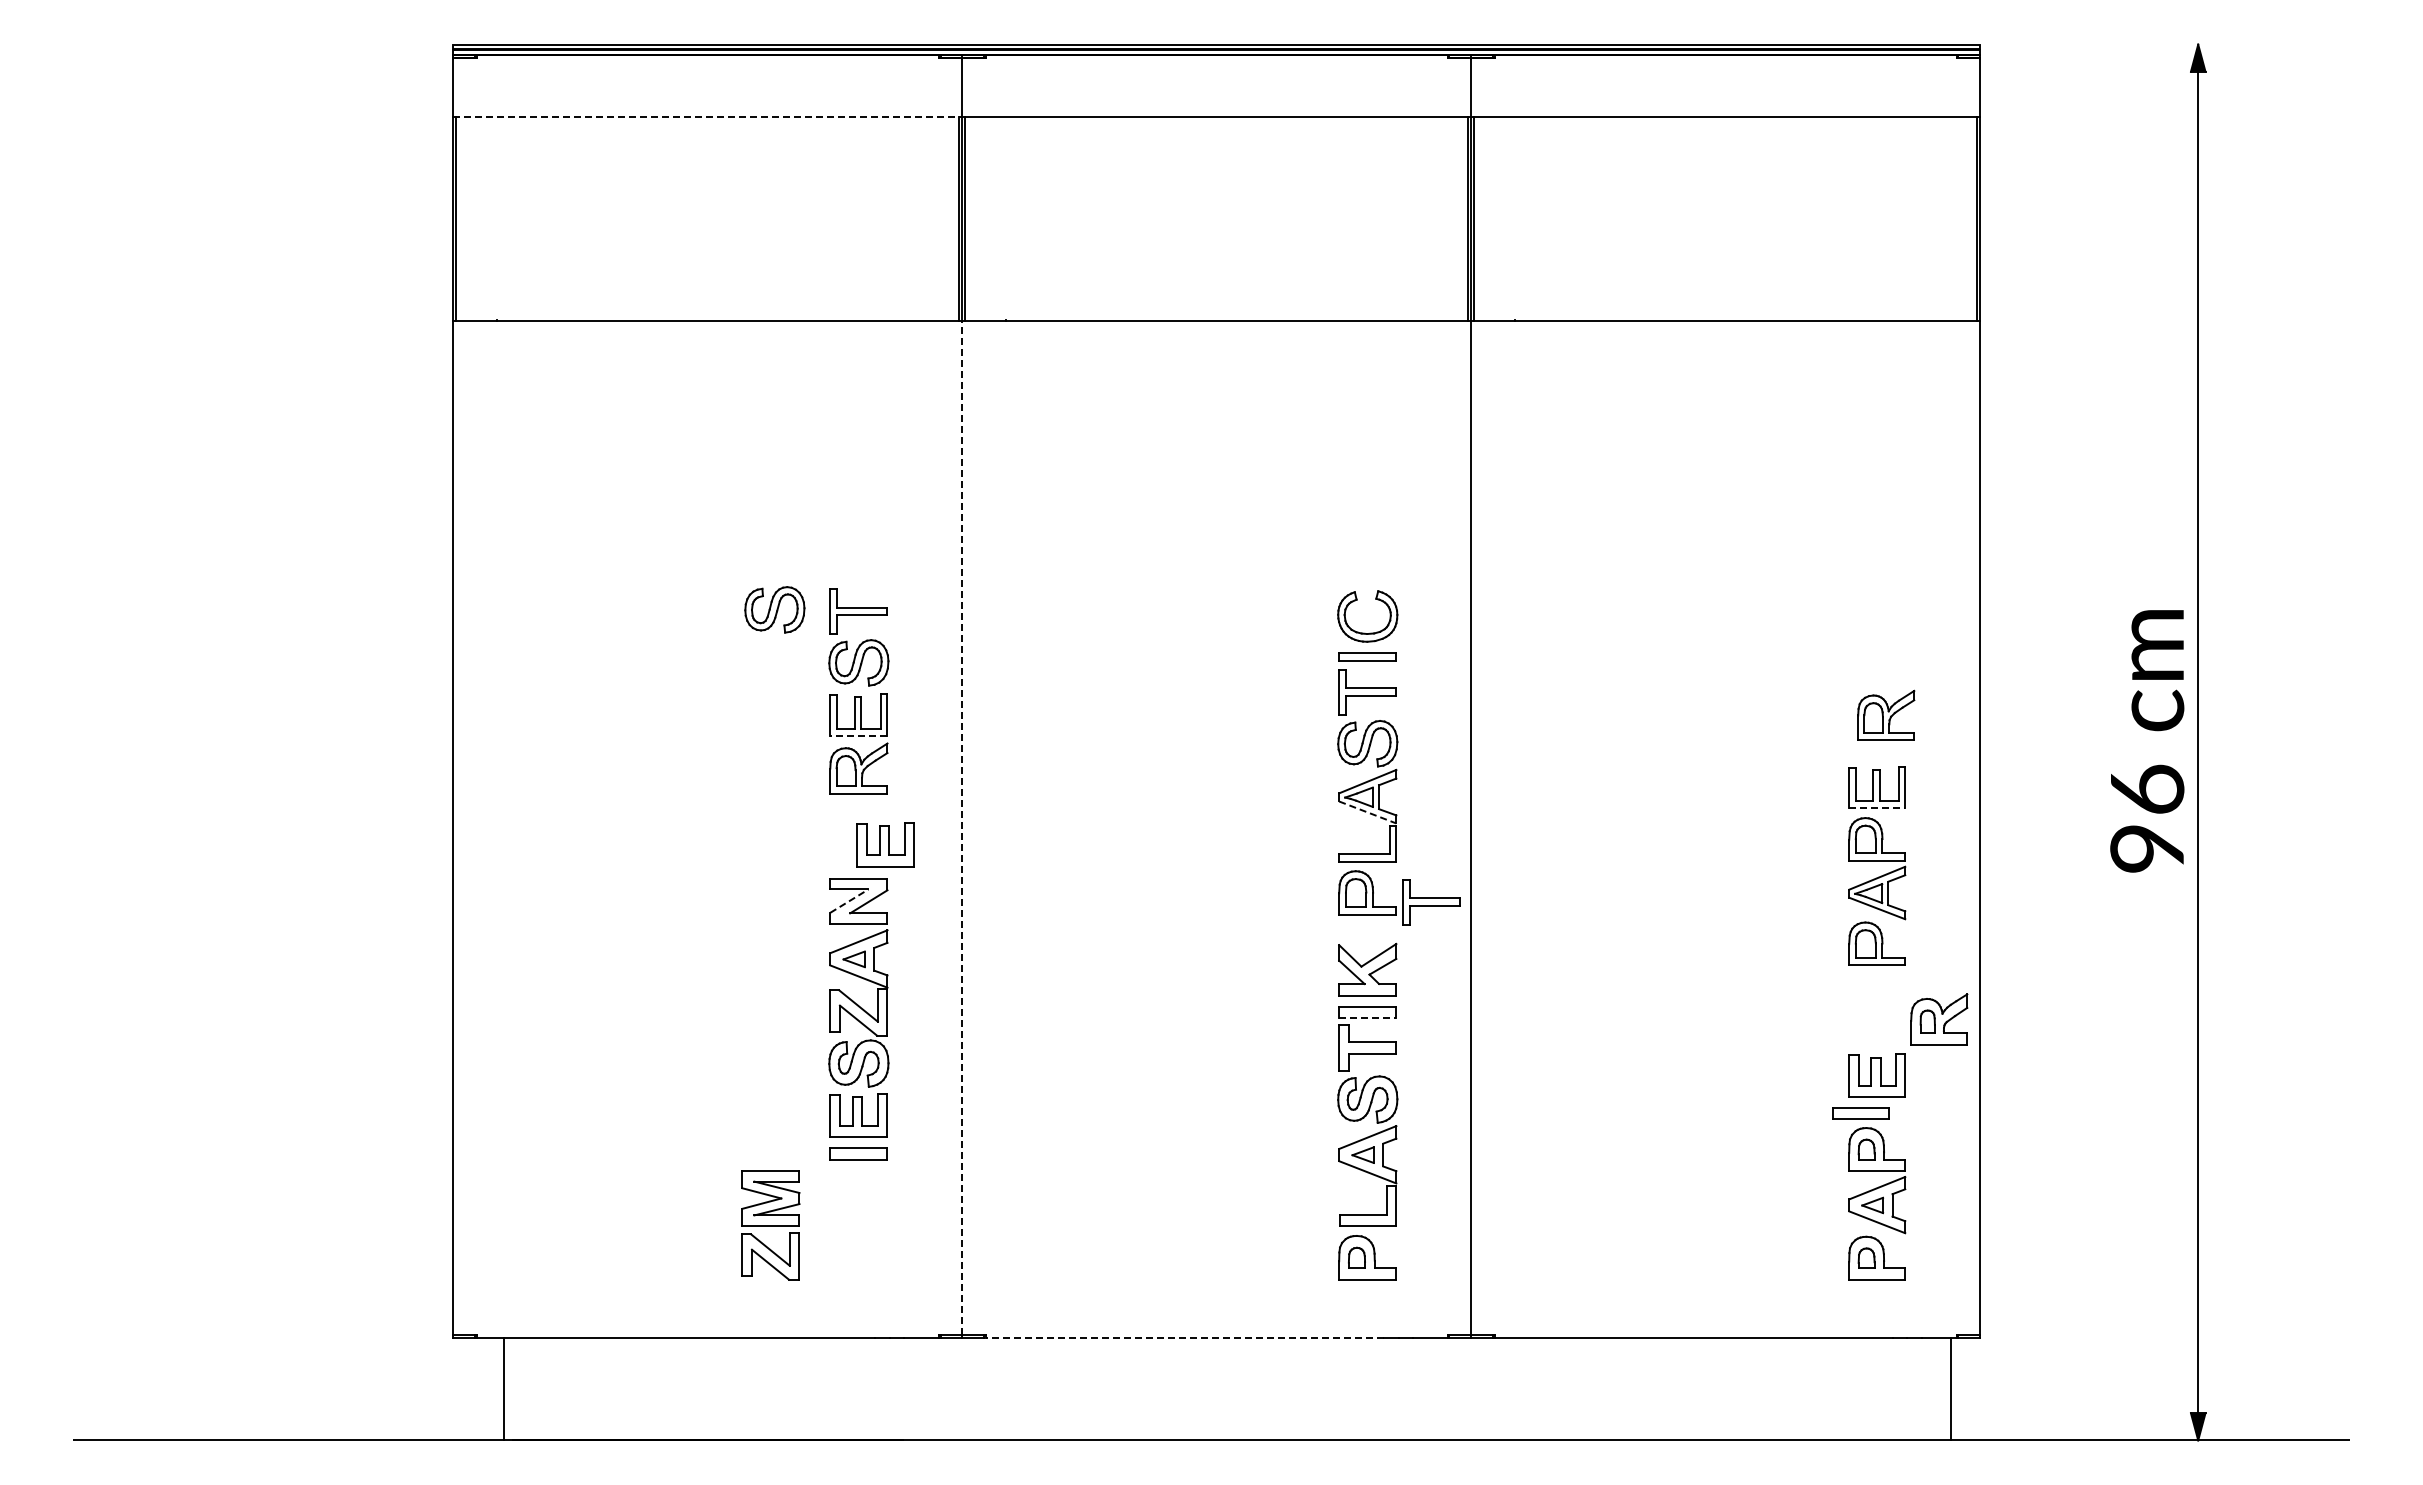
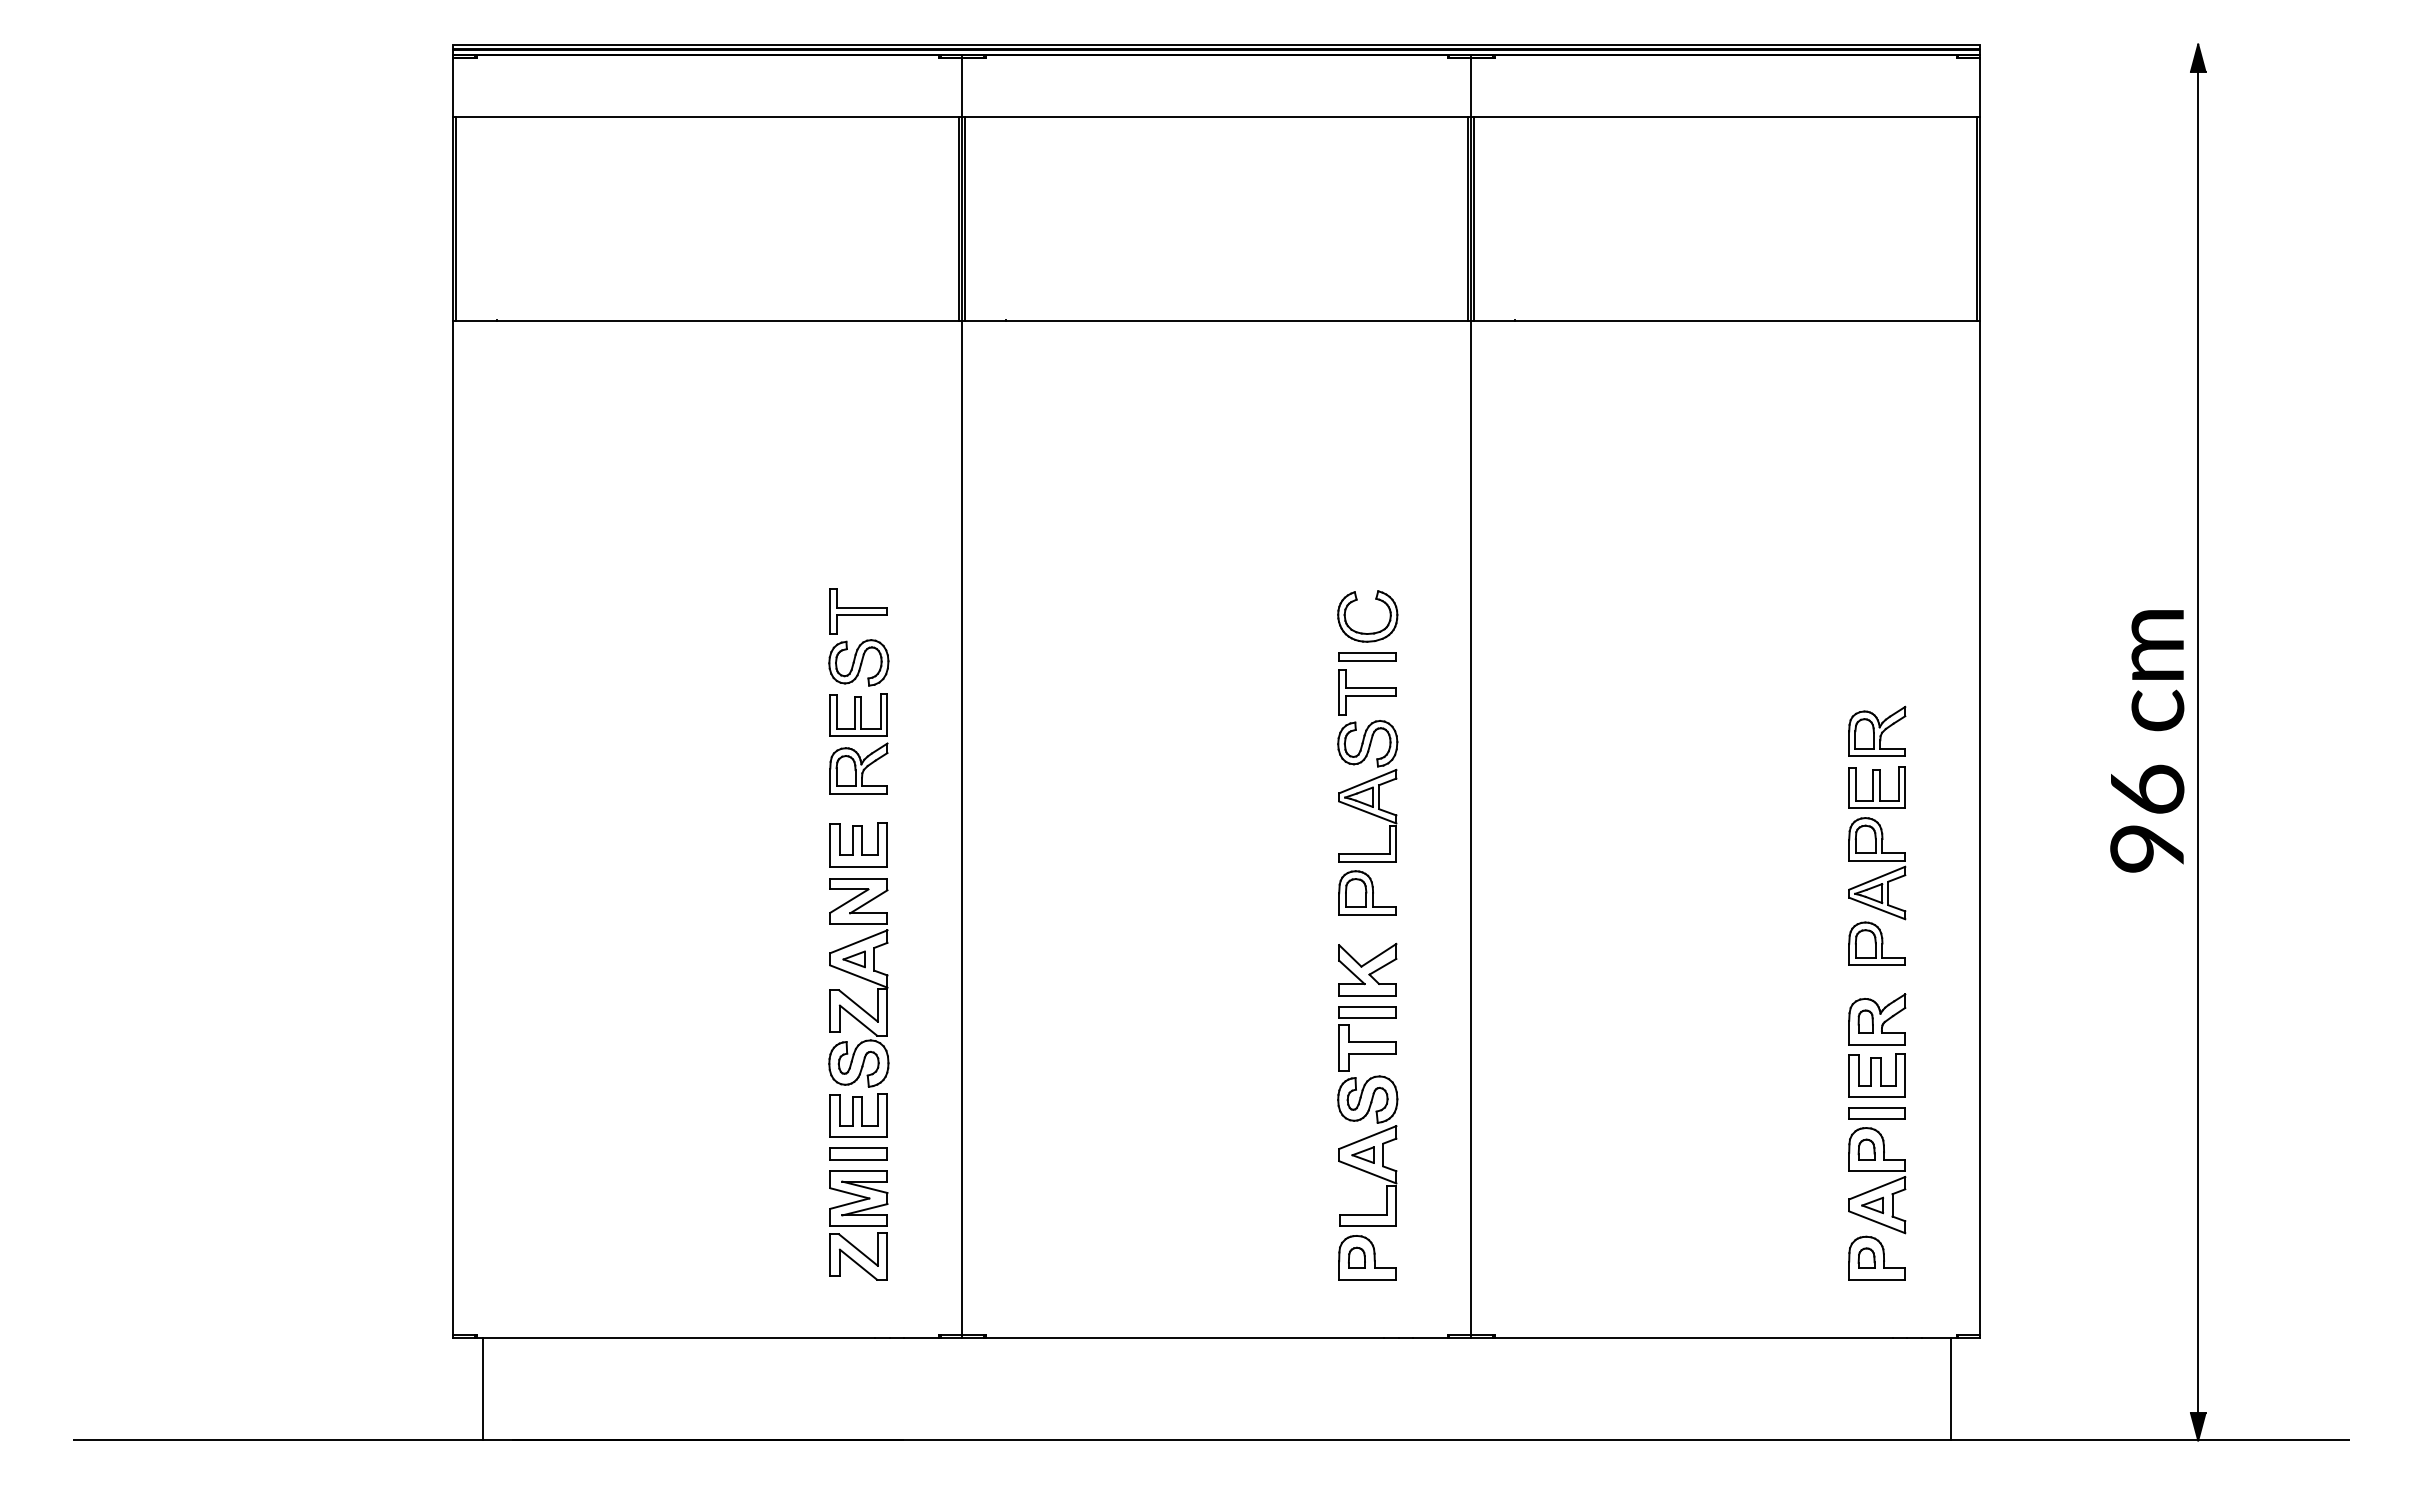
line at (708, 117): dashed -> solid
part at (774, 609): present -> none
part at (1886, 714) position: (1886, 714) -> (1877, 730)
line at (858, 736): dashed -> solid
line at (1877, 808): dashed -> solid
line at (1367, 812): dashed -> solid
line at (962, 827): dashed -> solid
part at (885, 844) position: (885, 844) -> (858, 844)
line at (849, 900): dashed -> solid
part at (1431, 902): present -> none
line at (1367, 1018): dashed -> solid
part at (1939, 1019) position: (1939, 1019) -> (1877, 1019)
part at (1860, 1113) position: (1860, 1113) -> (1876, 1113)
part at (770, 1225) position: (770, 1225) -> (858, 1225)
line at (1184, 1337): dashed -> solid
line at (503, 1388) position: (503, 1388) -> (482, 1388)
